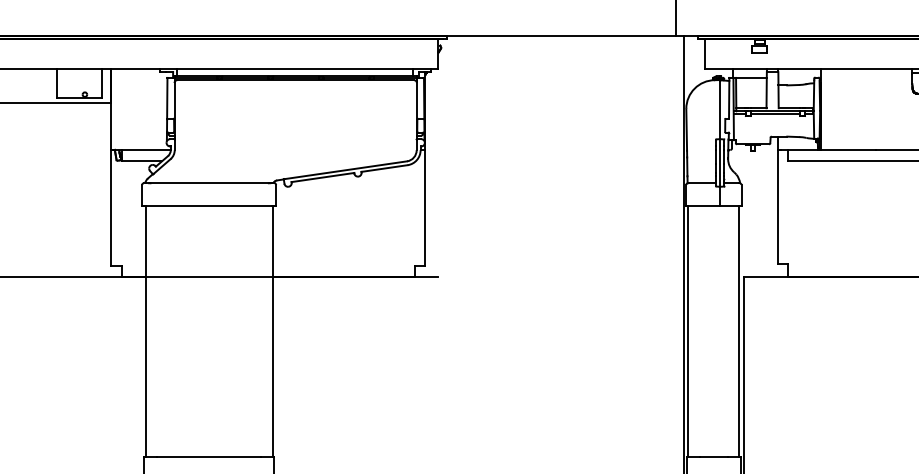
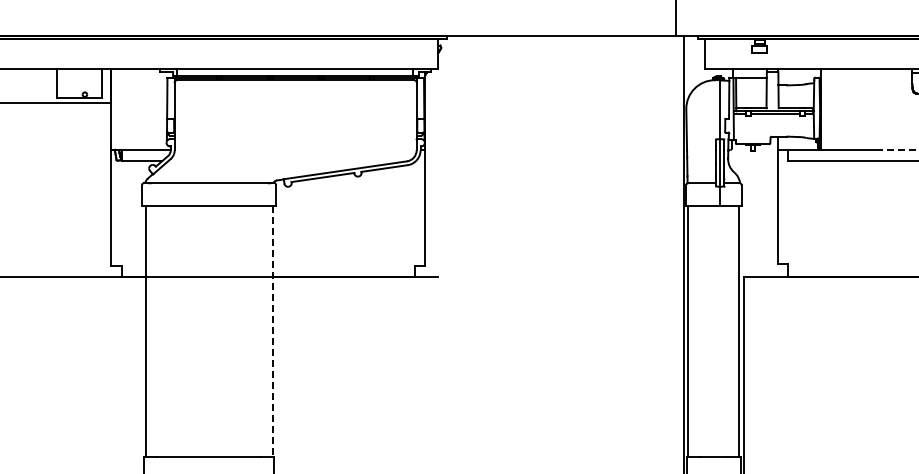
line at (897, 149): solid -> dashed
line at (272, 331): solid -> dashed
